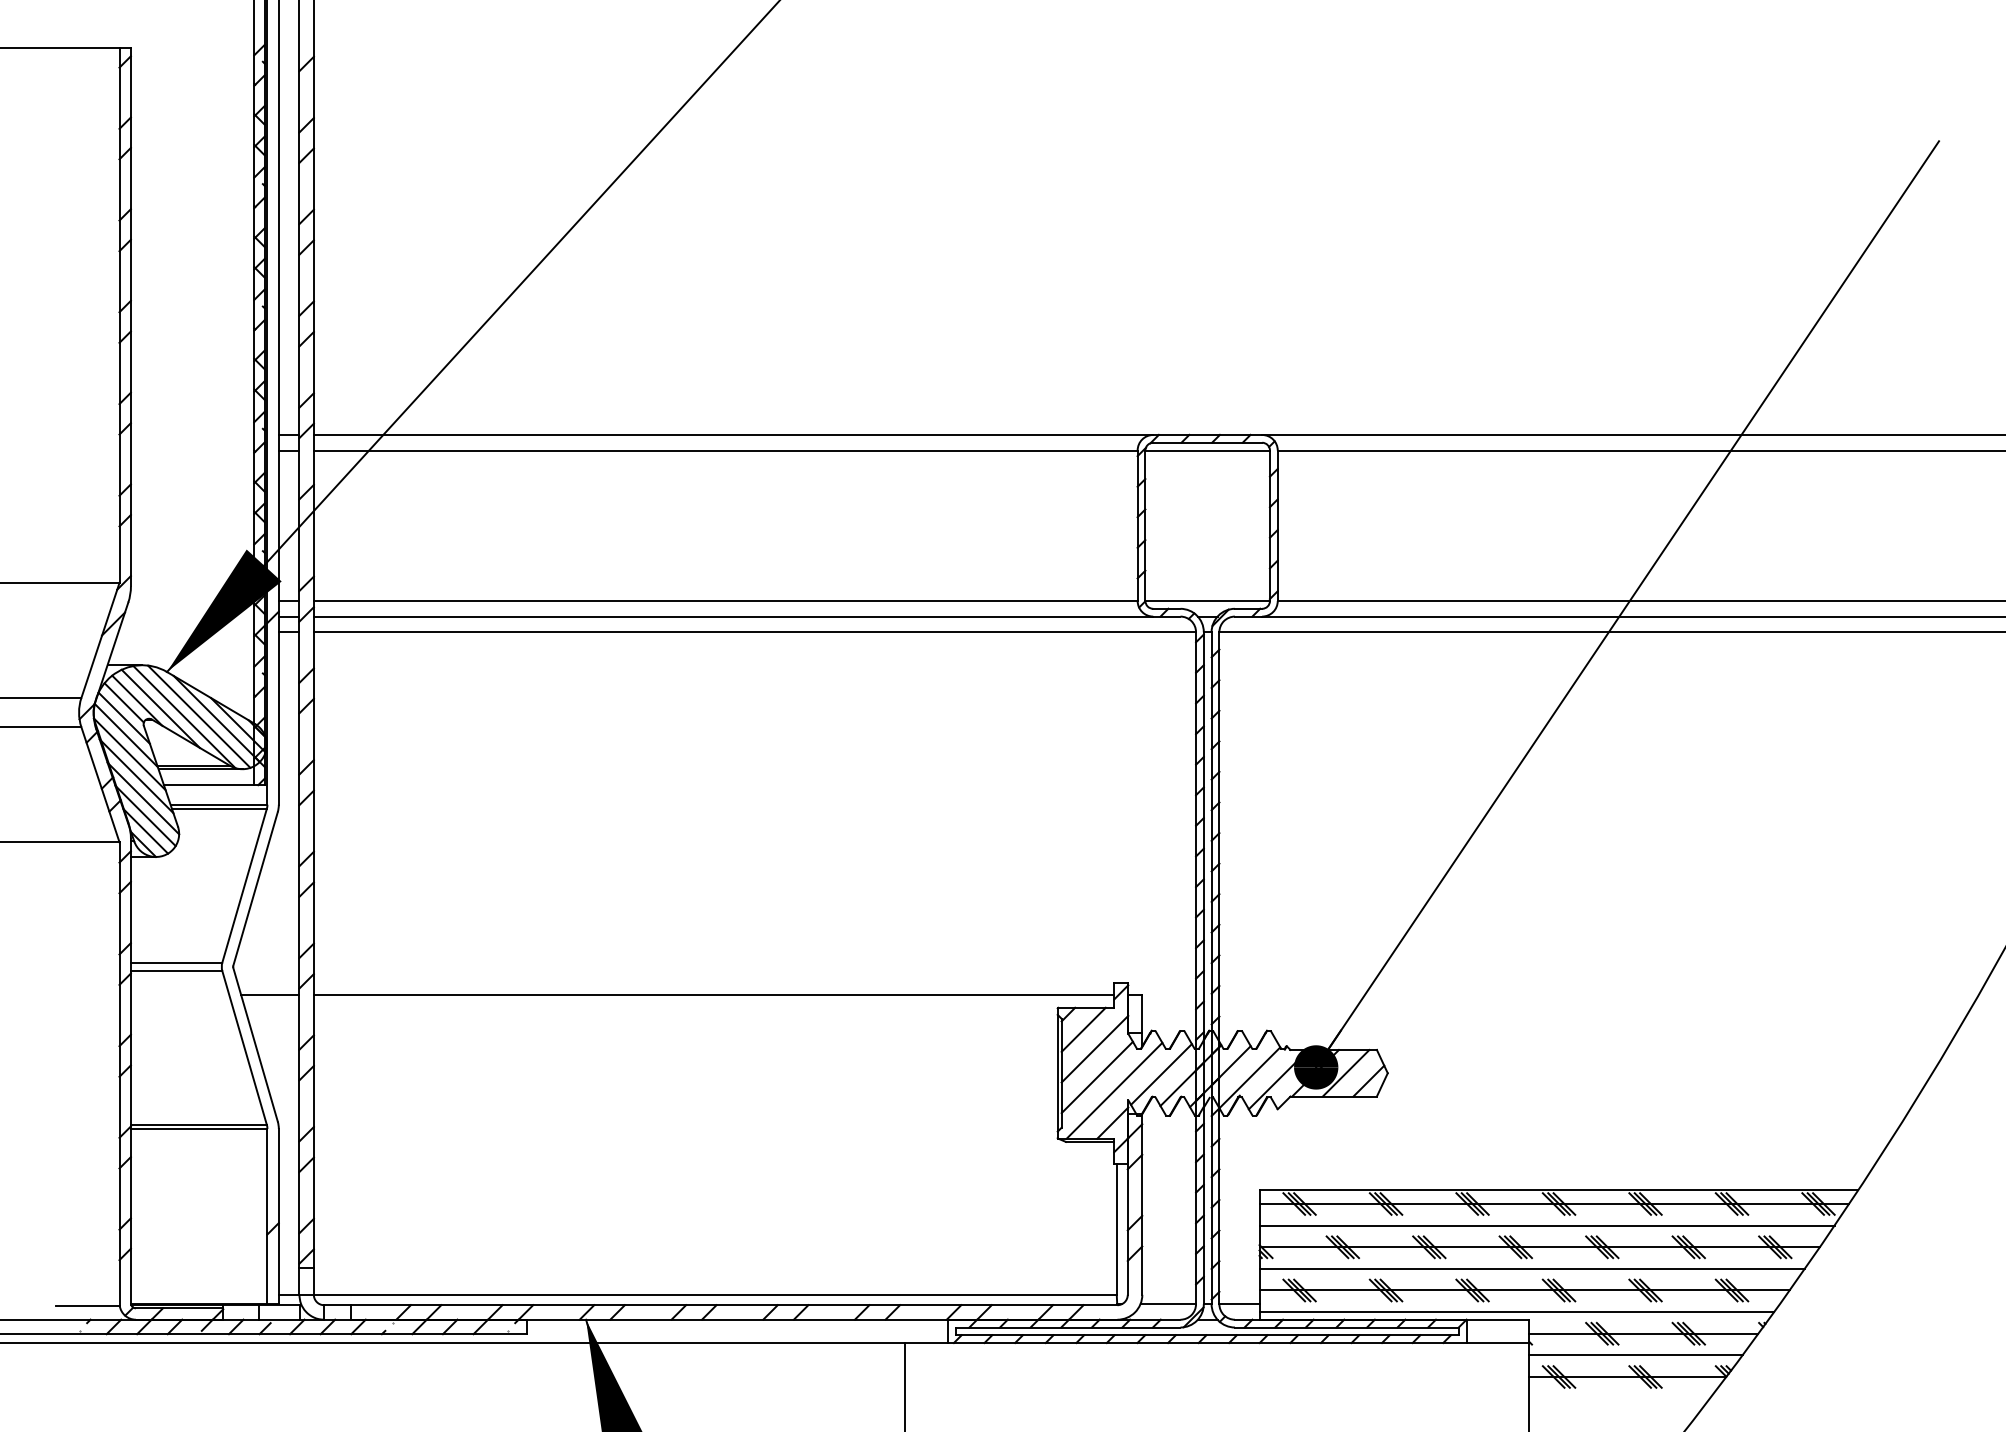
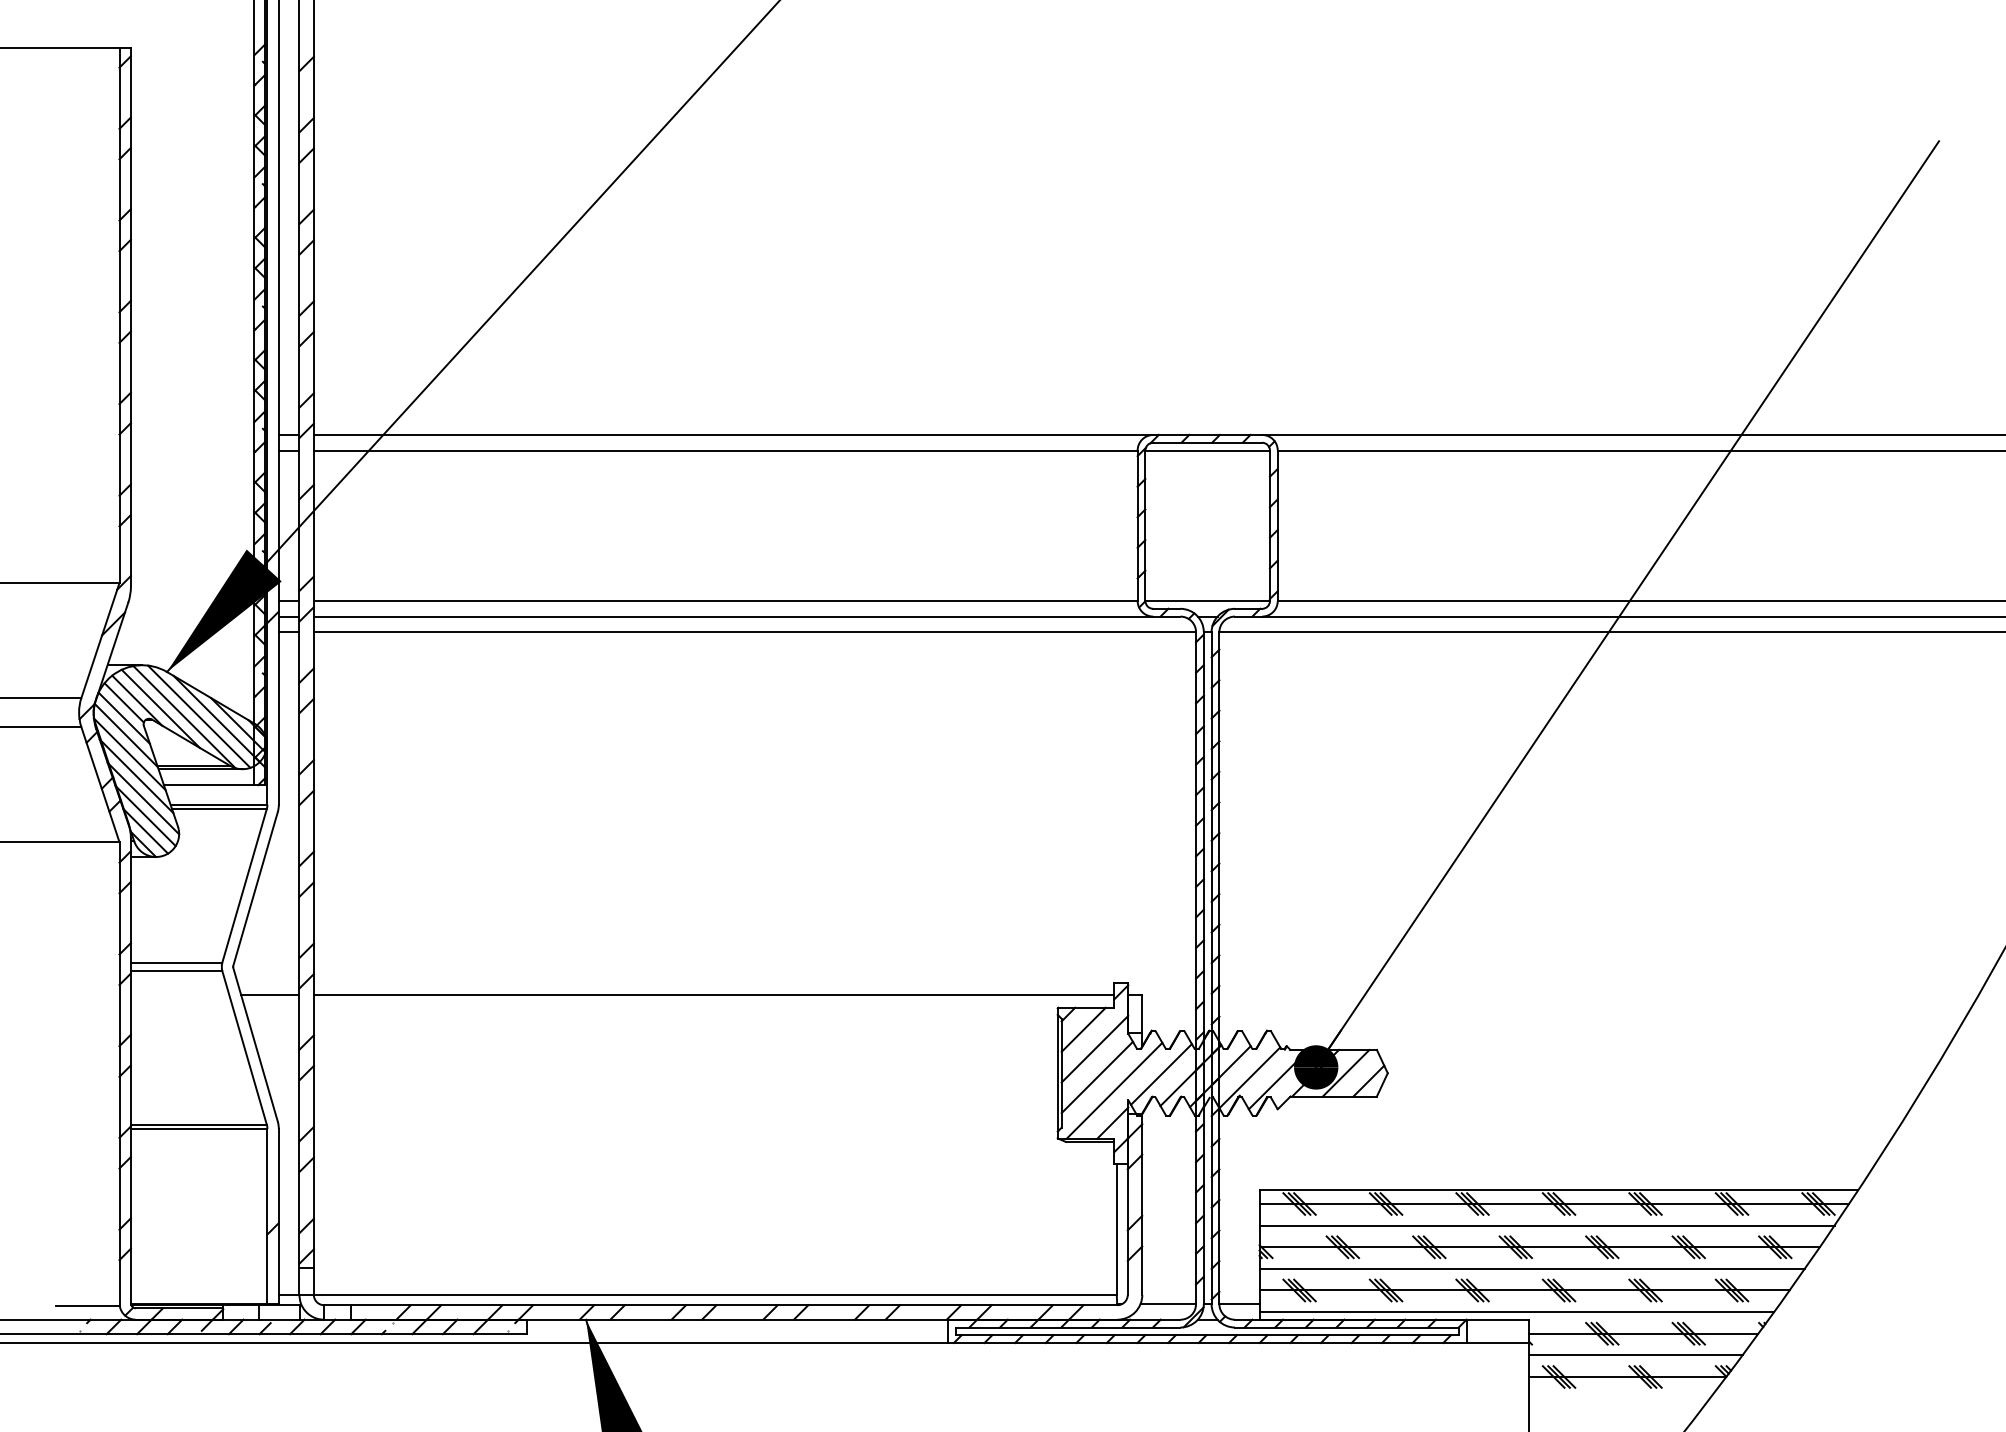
line at (905, 1385): present -> none
